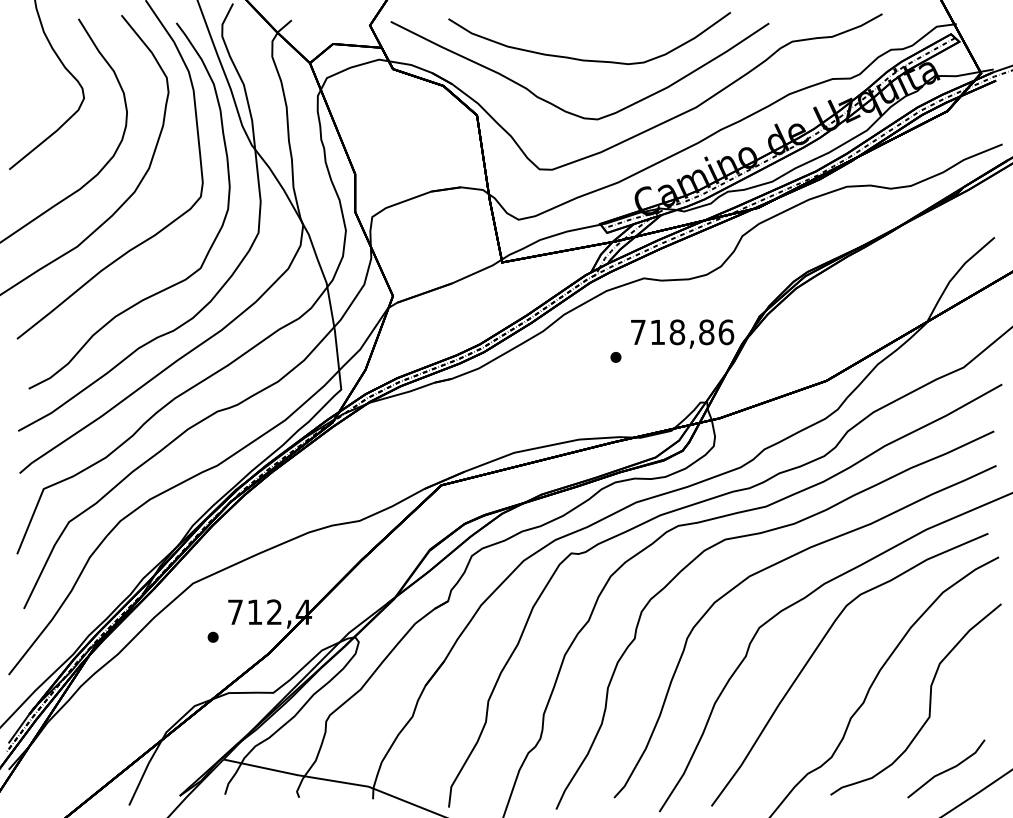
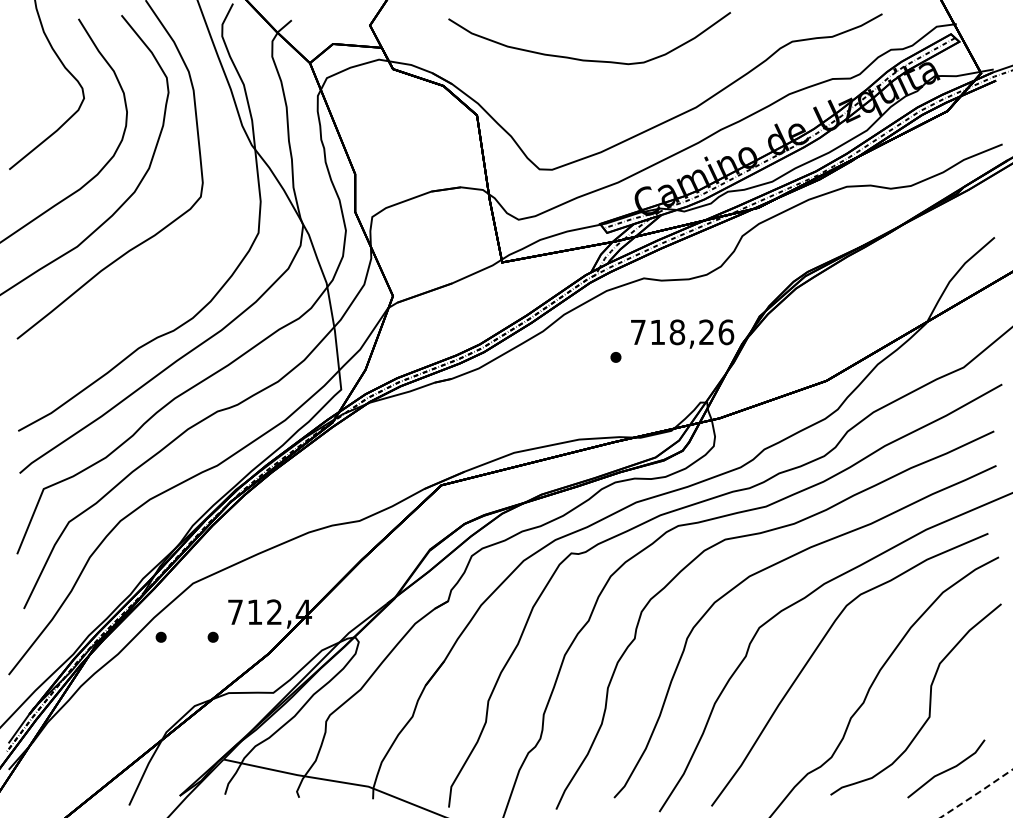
curve at (560, 107): present -> none
curve at (168, 286): present -> none
text at (706, 332): 718,86 -> 718,26
part at (160, 636): none -> present
line at (977, 793): solid -> dashed
